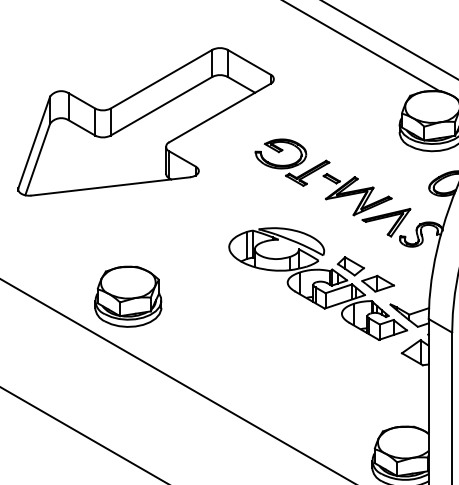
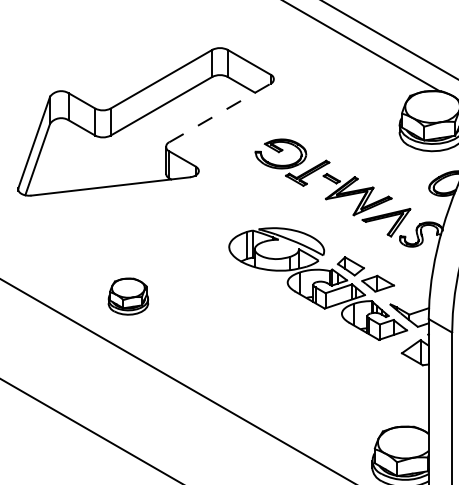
line at (220, 113): solid -> dashed
part at (128, 296) size: 69x63 px -> 43x39 px
line at (83, 434) position: (83, 434) -> (90, 430)
